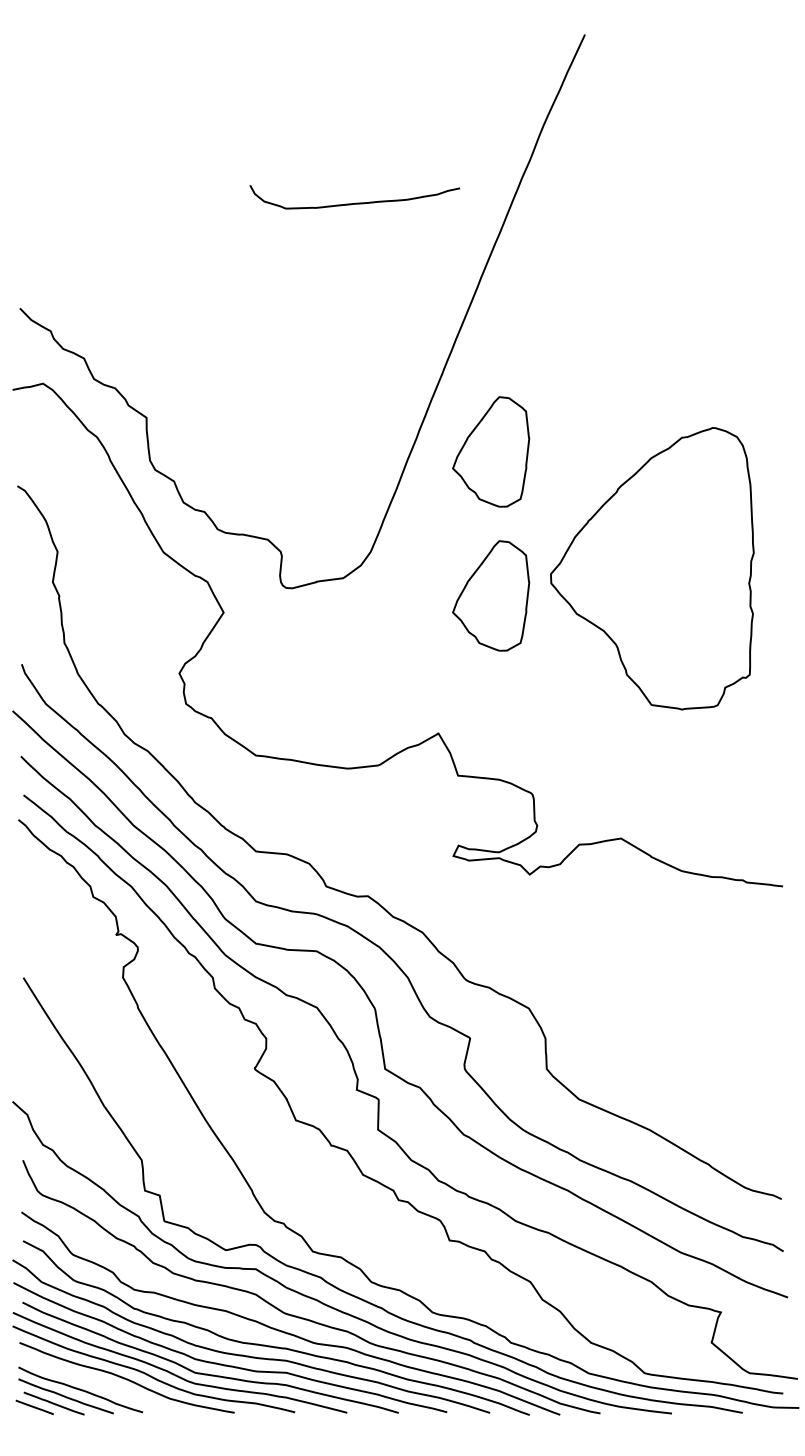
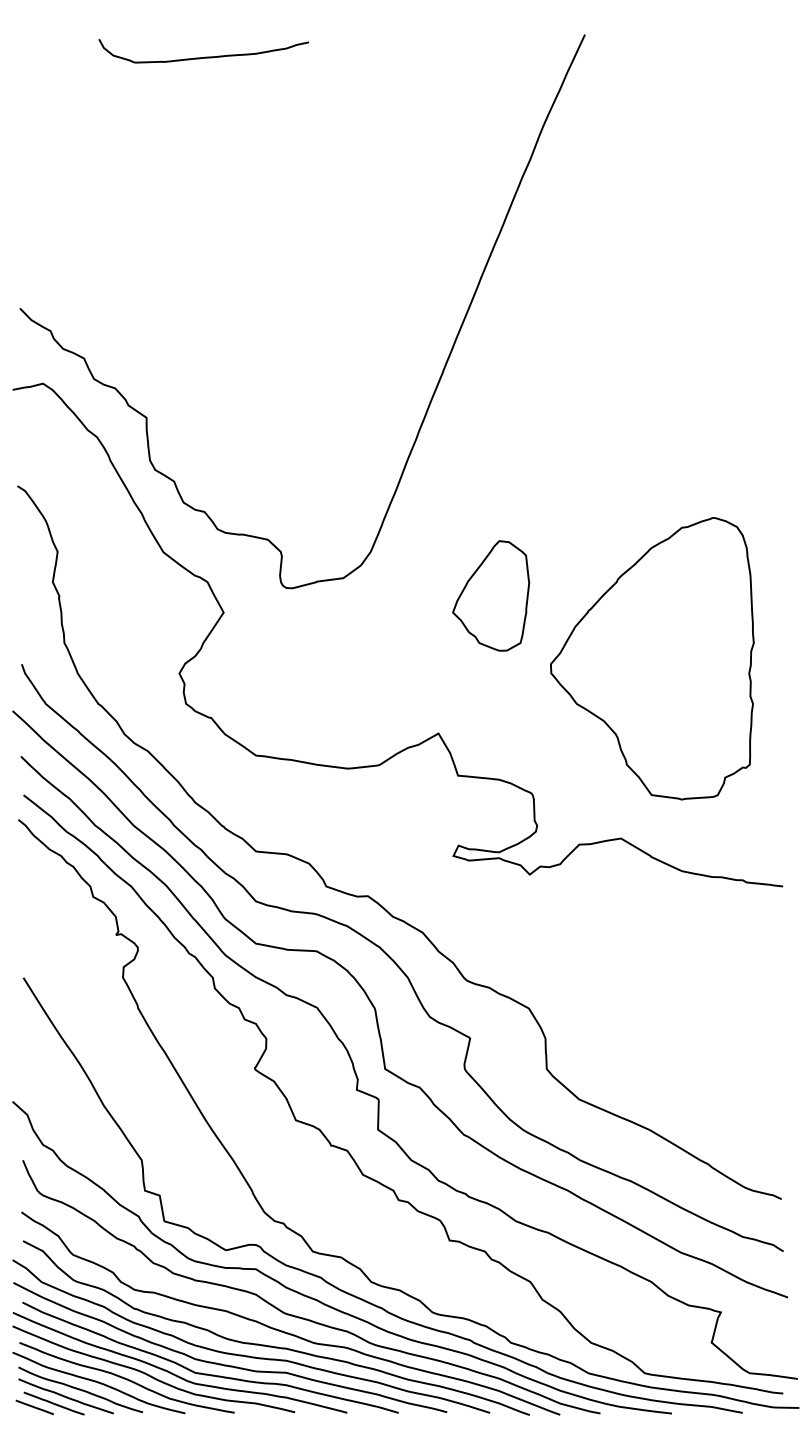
curve at (355, 202) position: (355, 202) -> (204, 56)
part at (491, 451): present -> none
part at (652, 568) position: (652, 568) -> (652, 658)
curve at (98, 1382): none -> present
